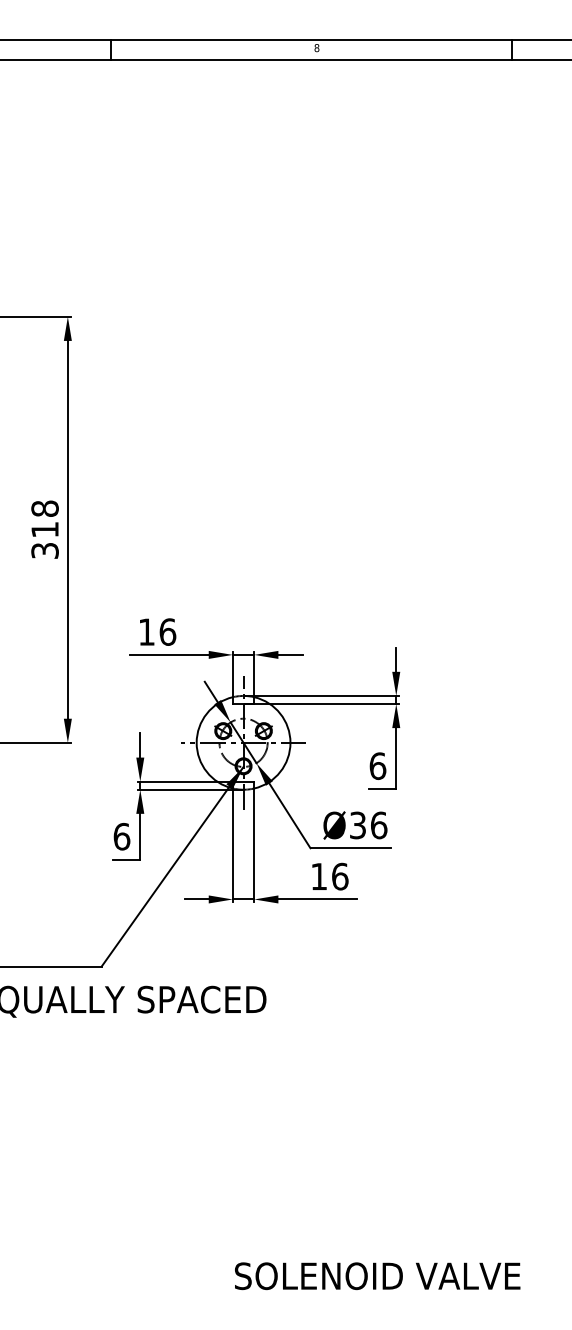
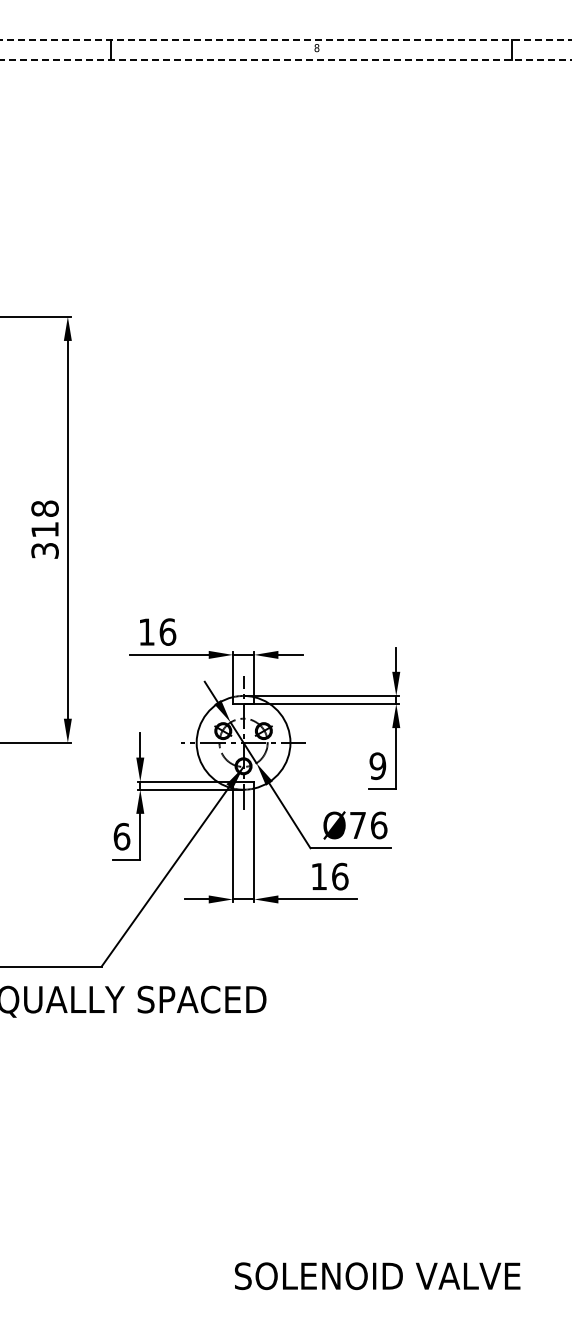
line at (285, 39): solid -> dashed
line at (285, 59): solid -> dashed
text at (377, 766): 6 -> 9
text at (357, 825): Ø36 -> Ø76
